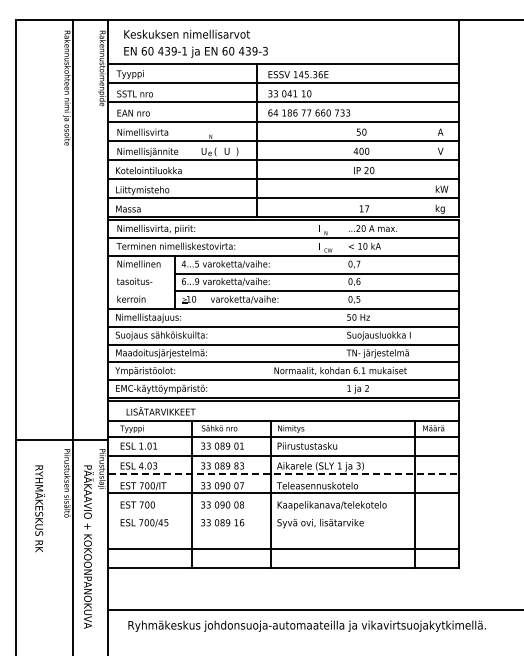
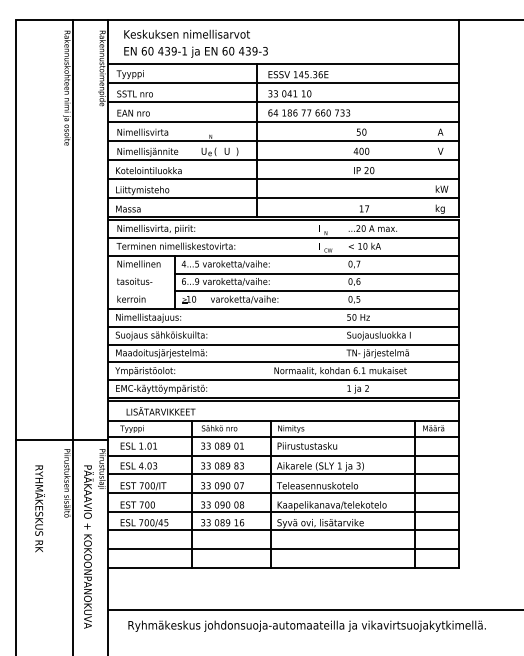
line at (284, 473): dashed -> solid
line at (283, 511): none -> present
line at (283, 529): none -> present
